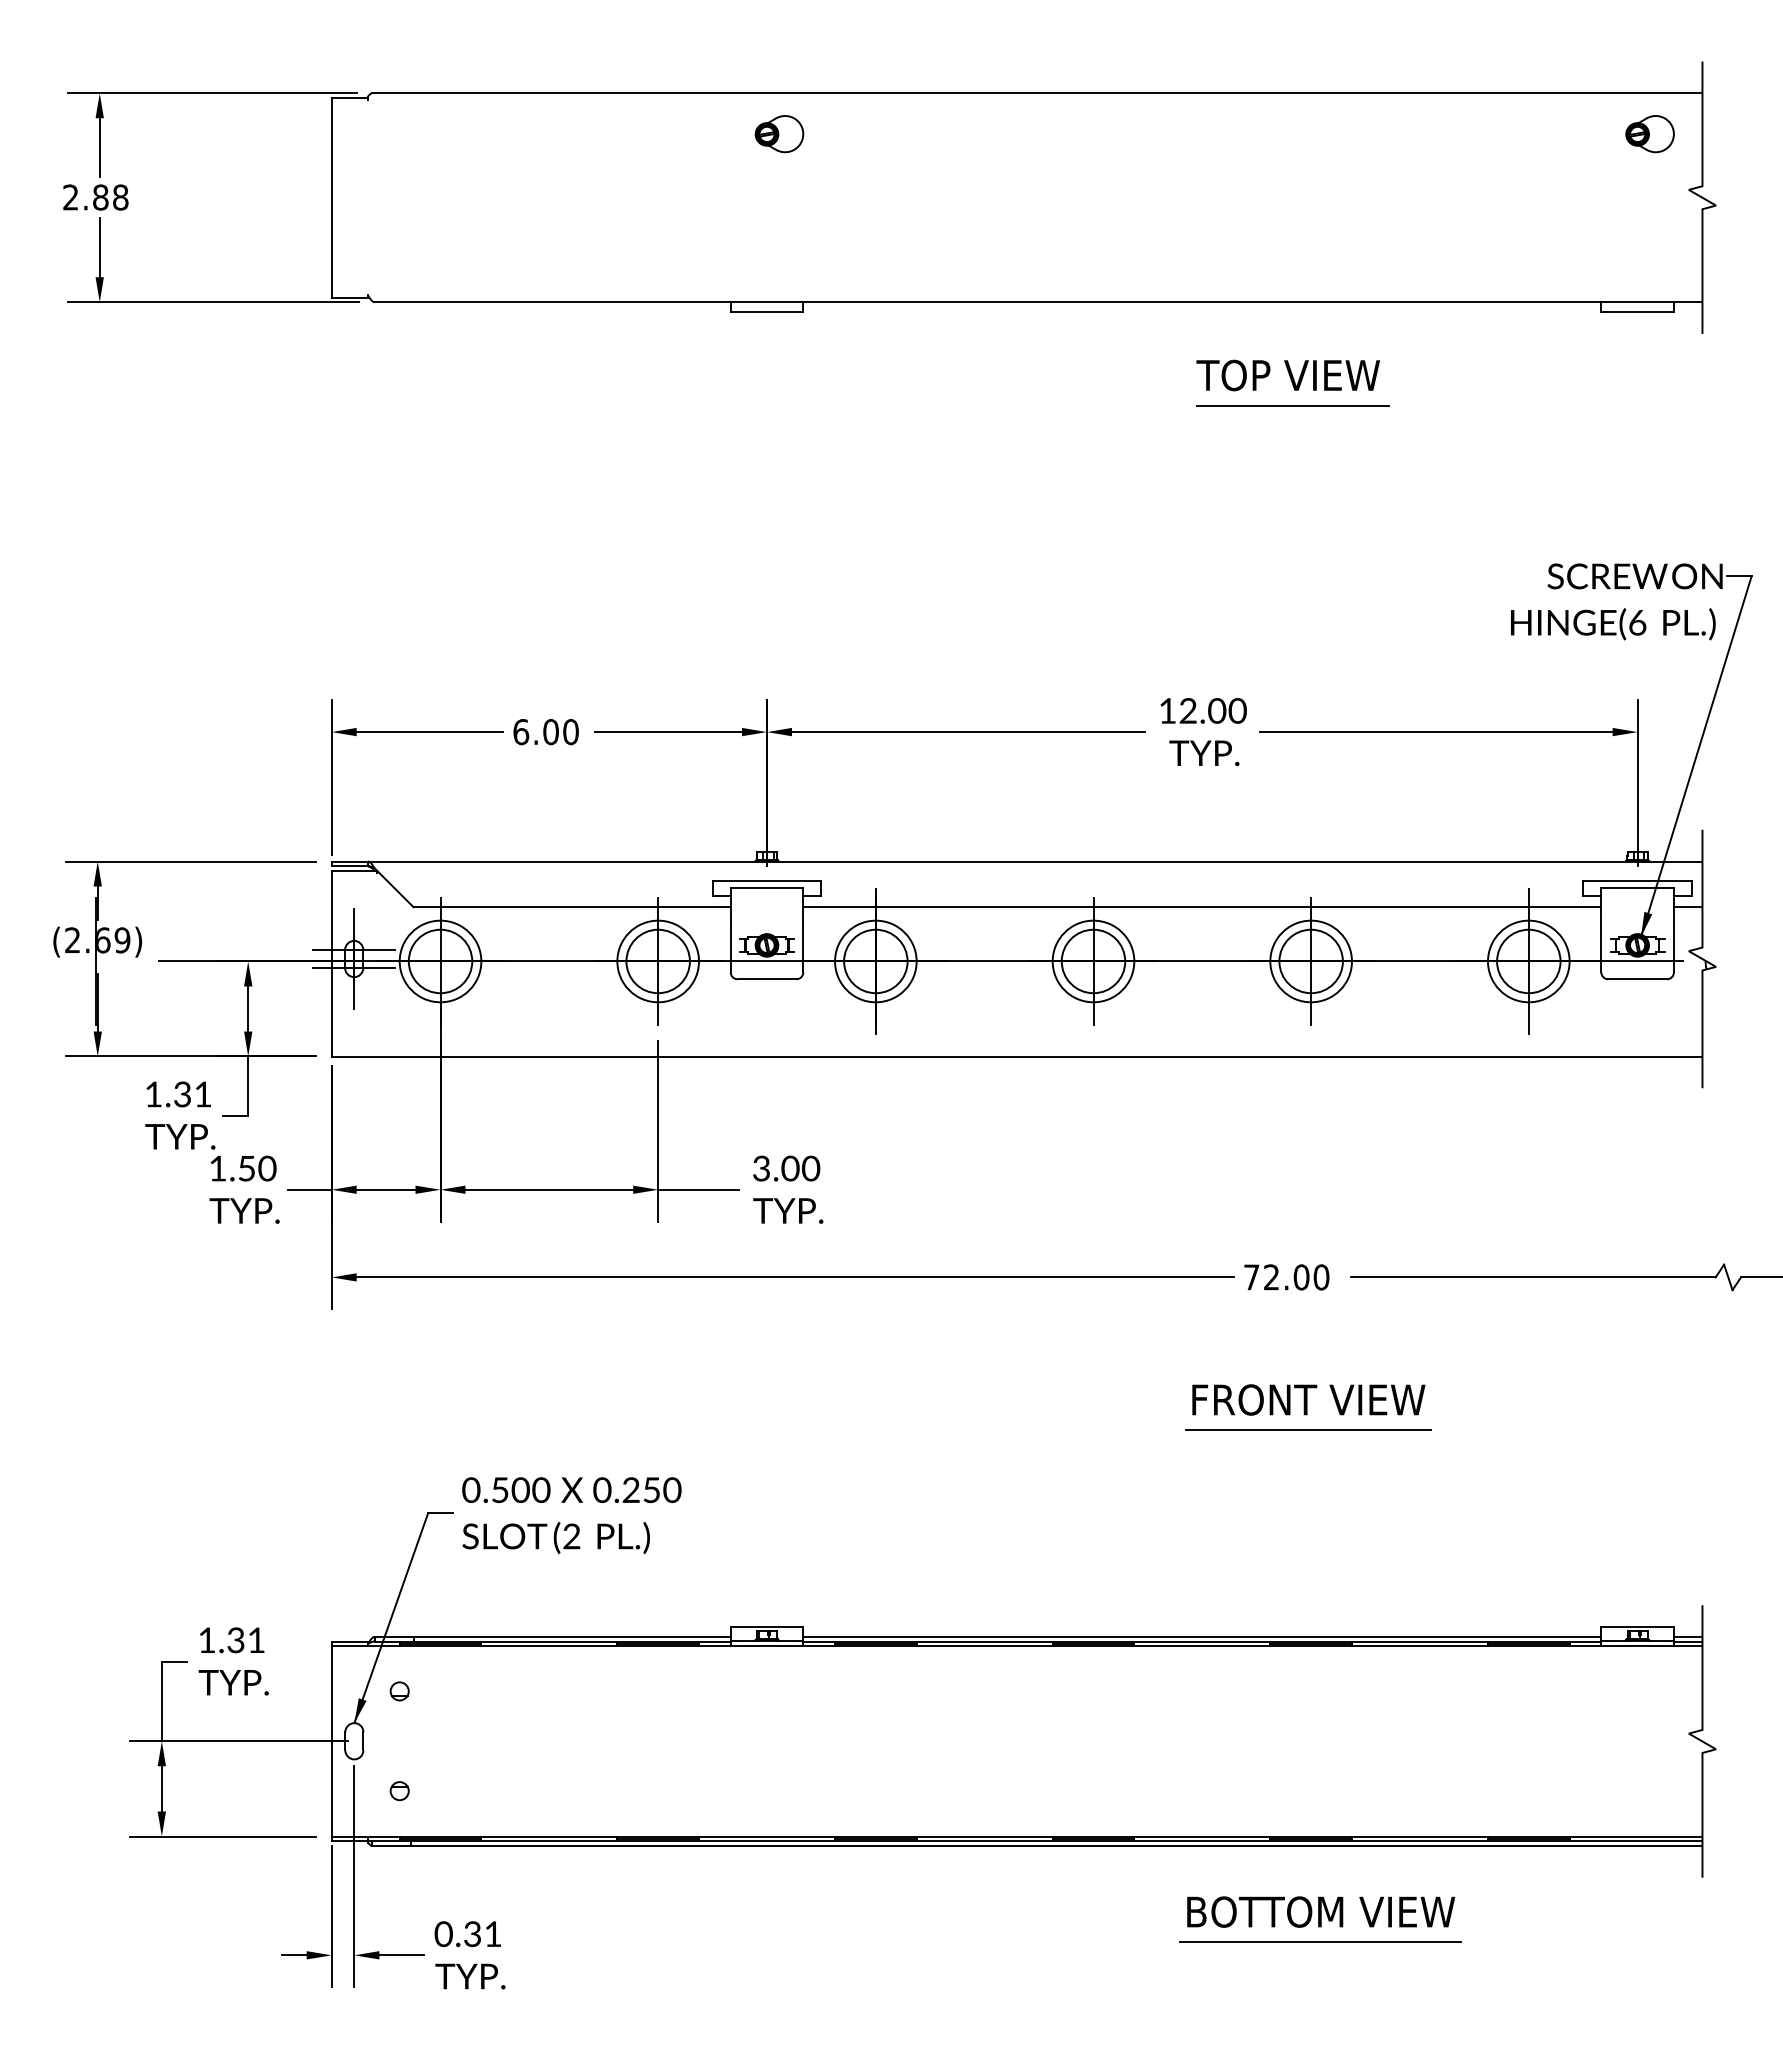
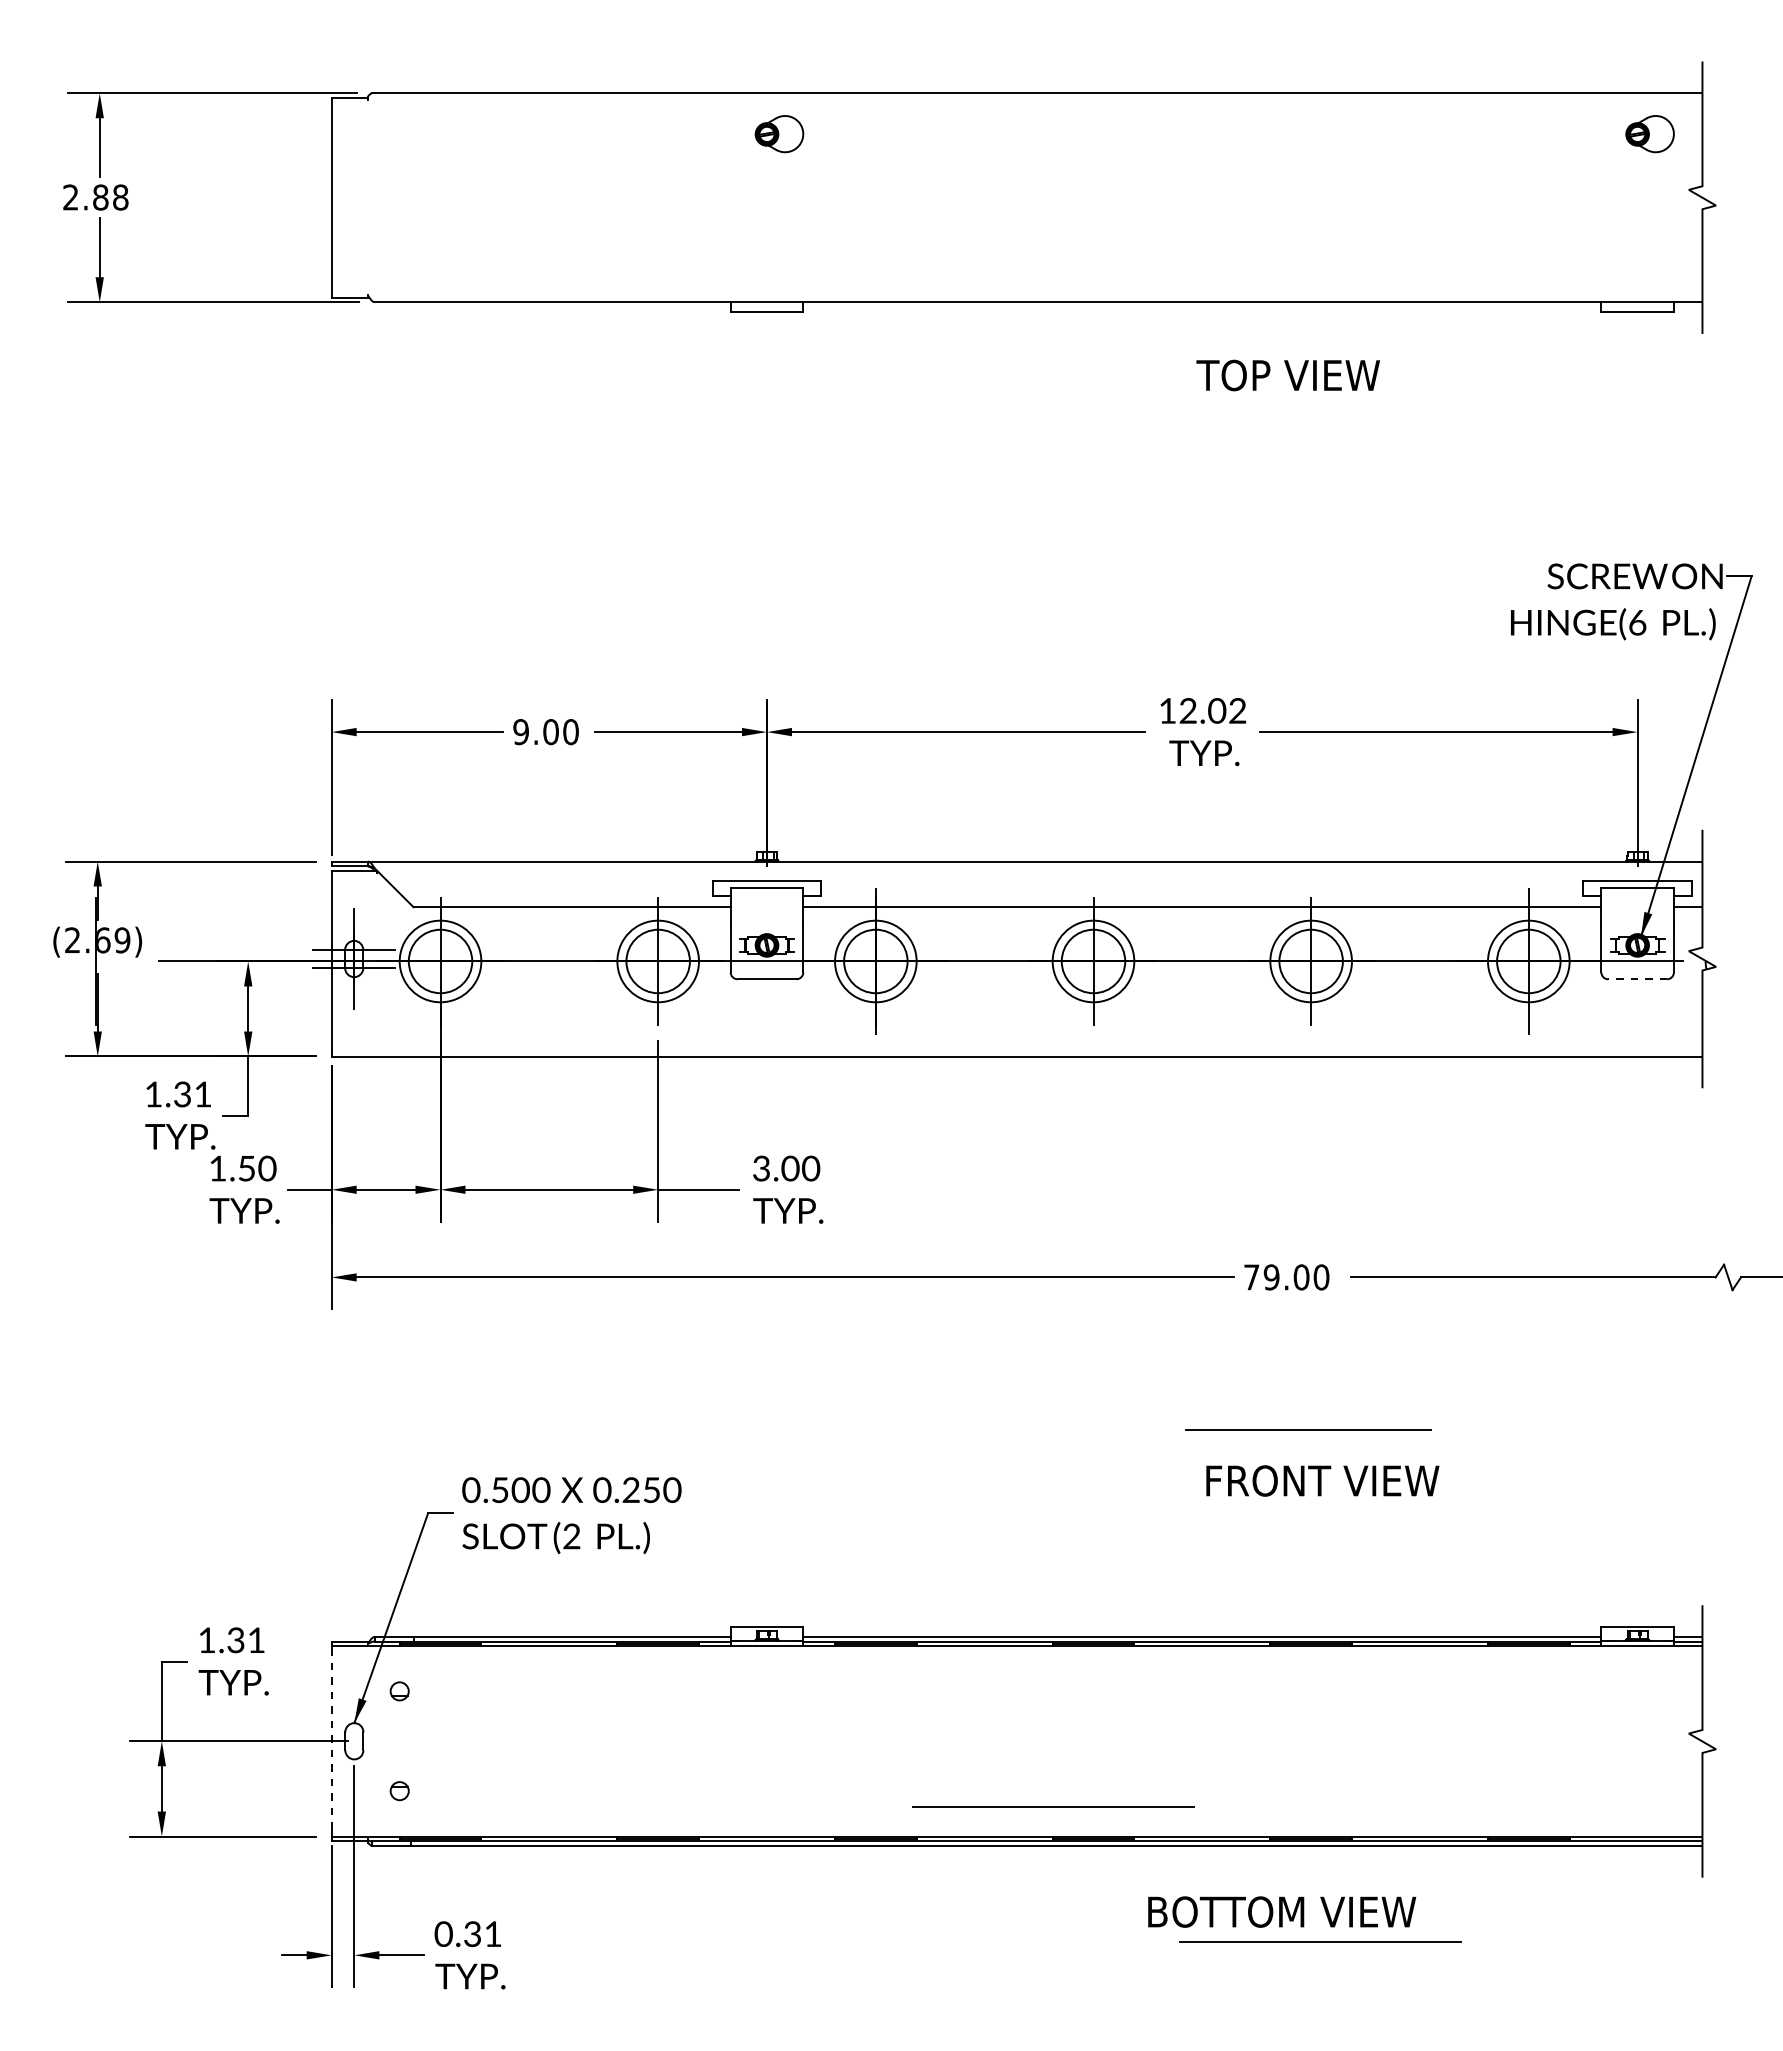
line at (1292, 405): present -> none
text at (1237, 710): 12.00 -> 12.02
text at (521, 732): 6.00 -> 9.00
line at (1637, 979): solid -> dashed
text at (1271, 1277): 72.00 -> 79.00
text at (1308, 1399) position: (1308, 1399) -> (1322, 1480)
line at (331, 1740): solid -> dashed
line at (1053, 1806): none -> present
text at (1321, 1911) position: (1321, 1911) -> (1282, 1911)
